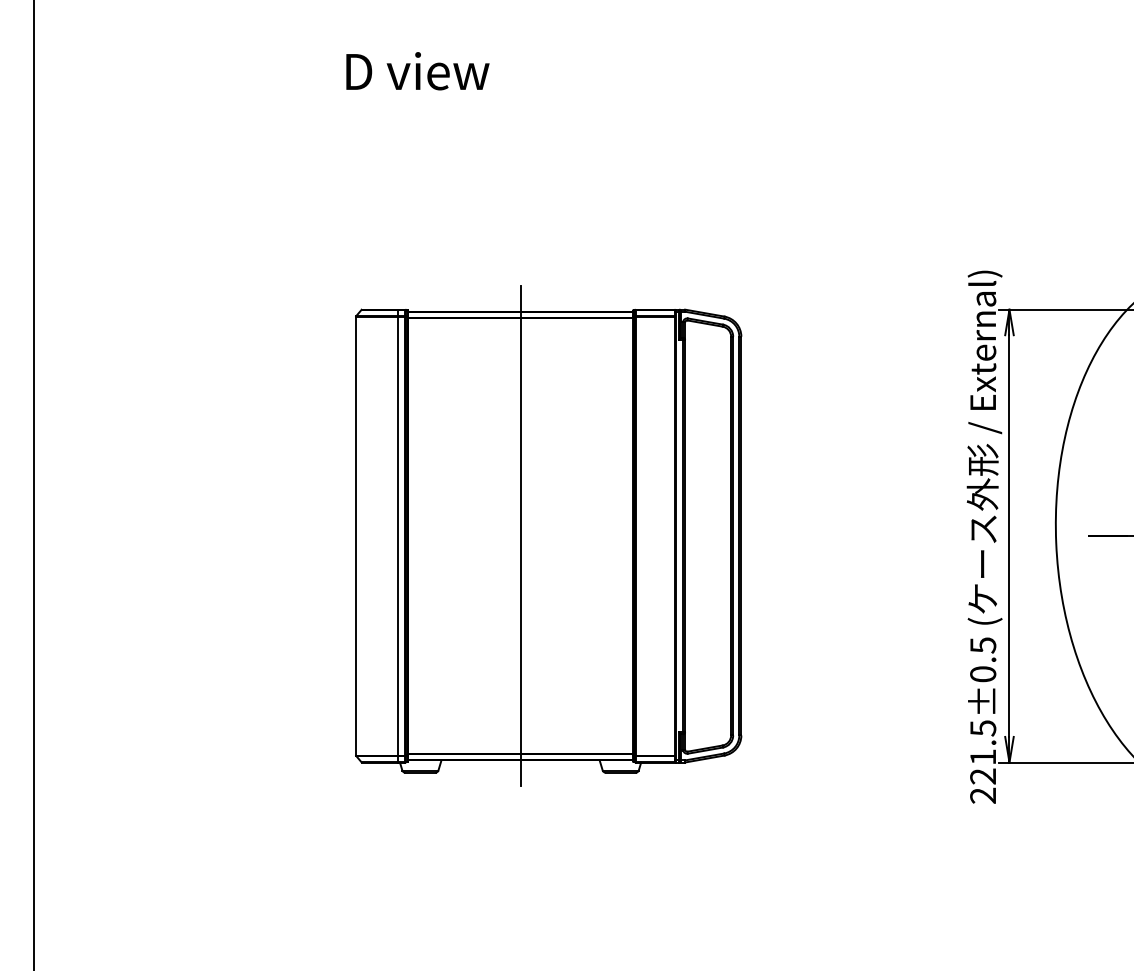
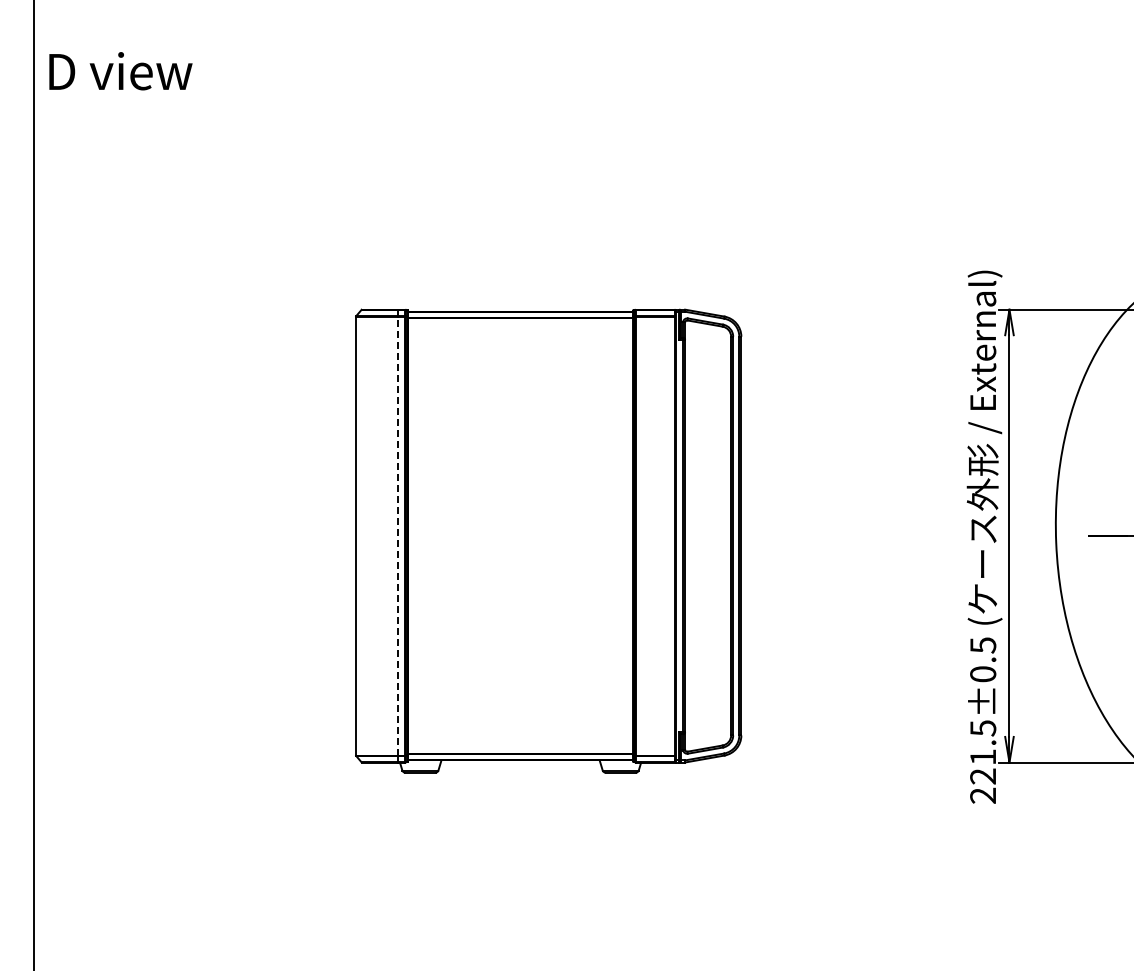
text at (417, 71) position: (417, 71) -> (120, 71)
line at (397, 535): solid -> dashed
line at (520, 536): present -> none
